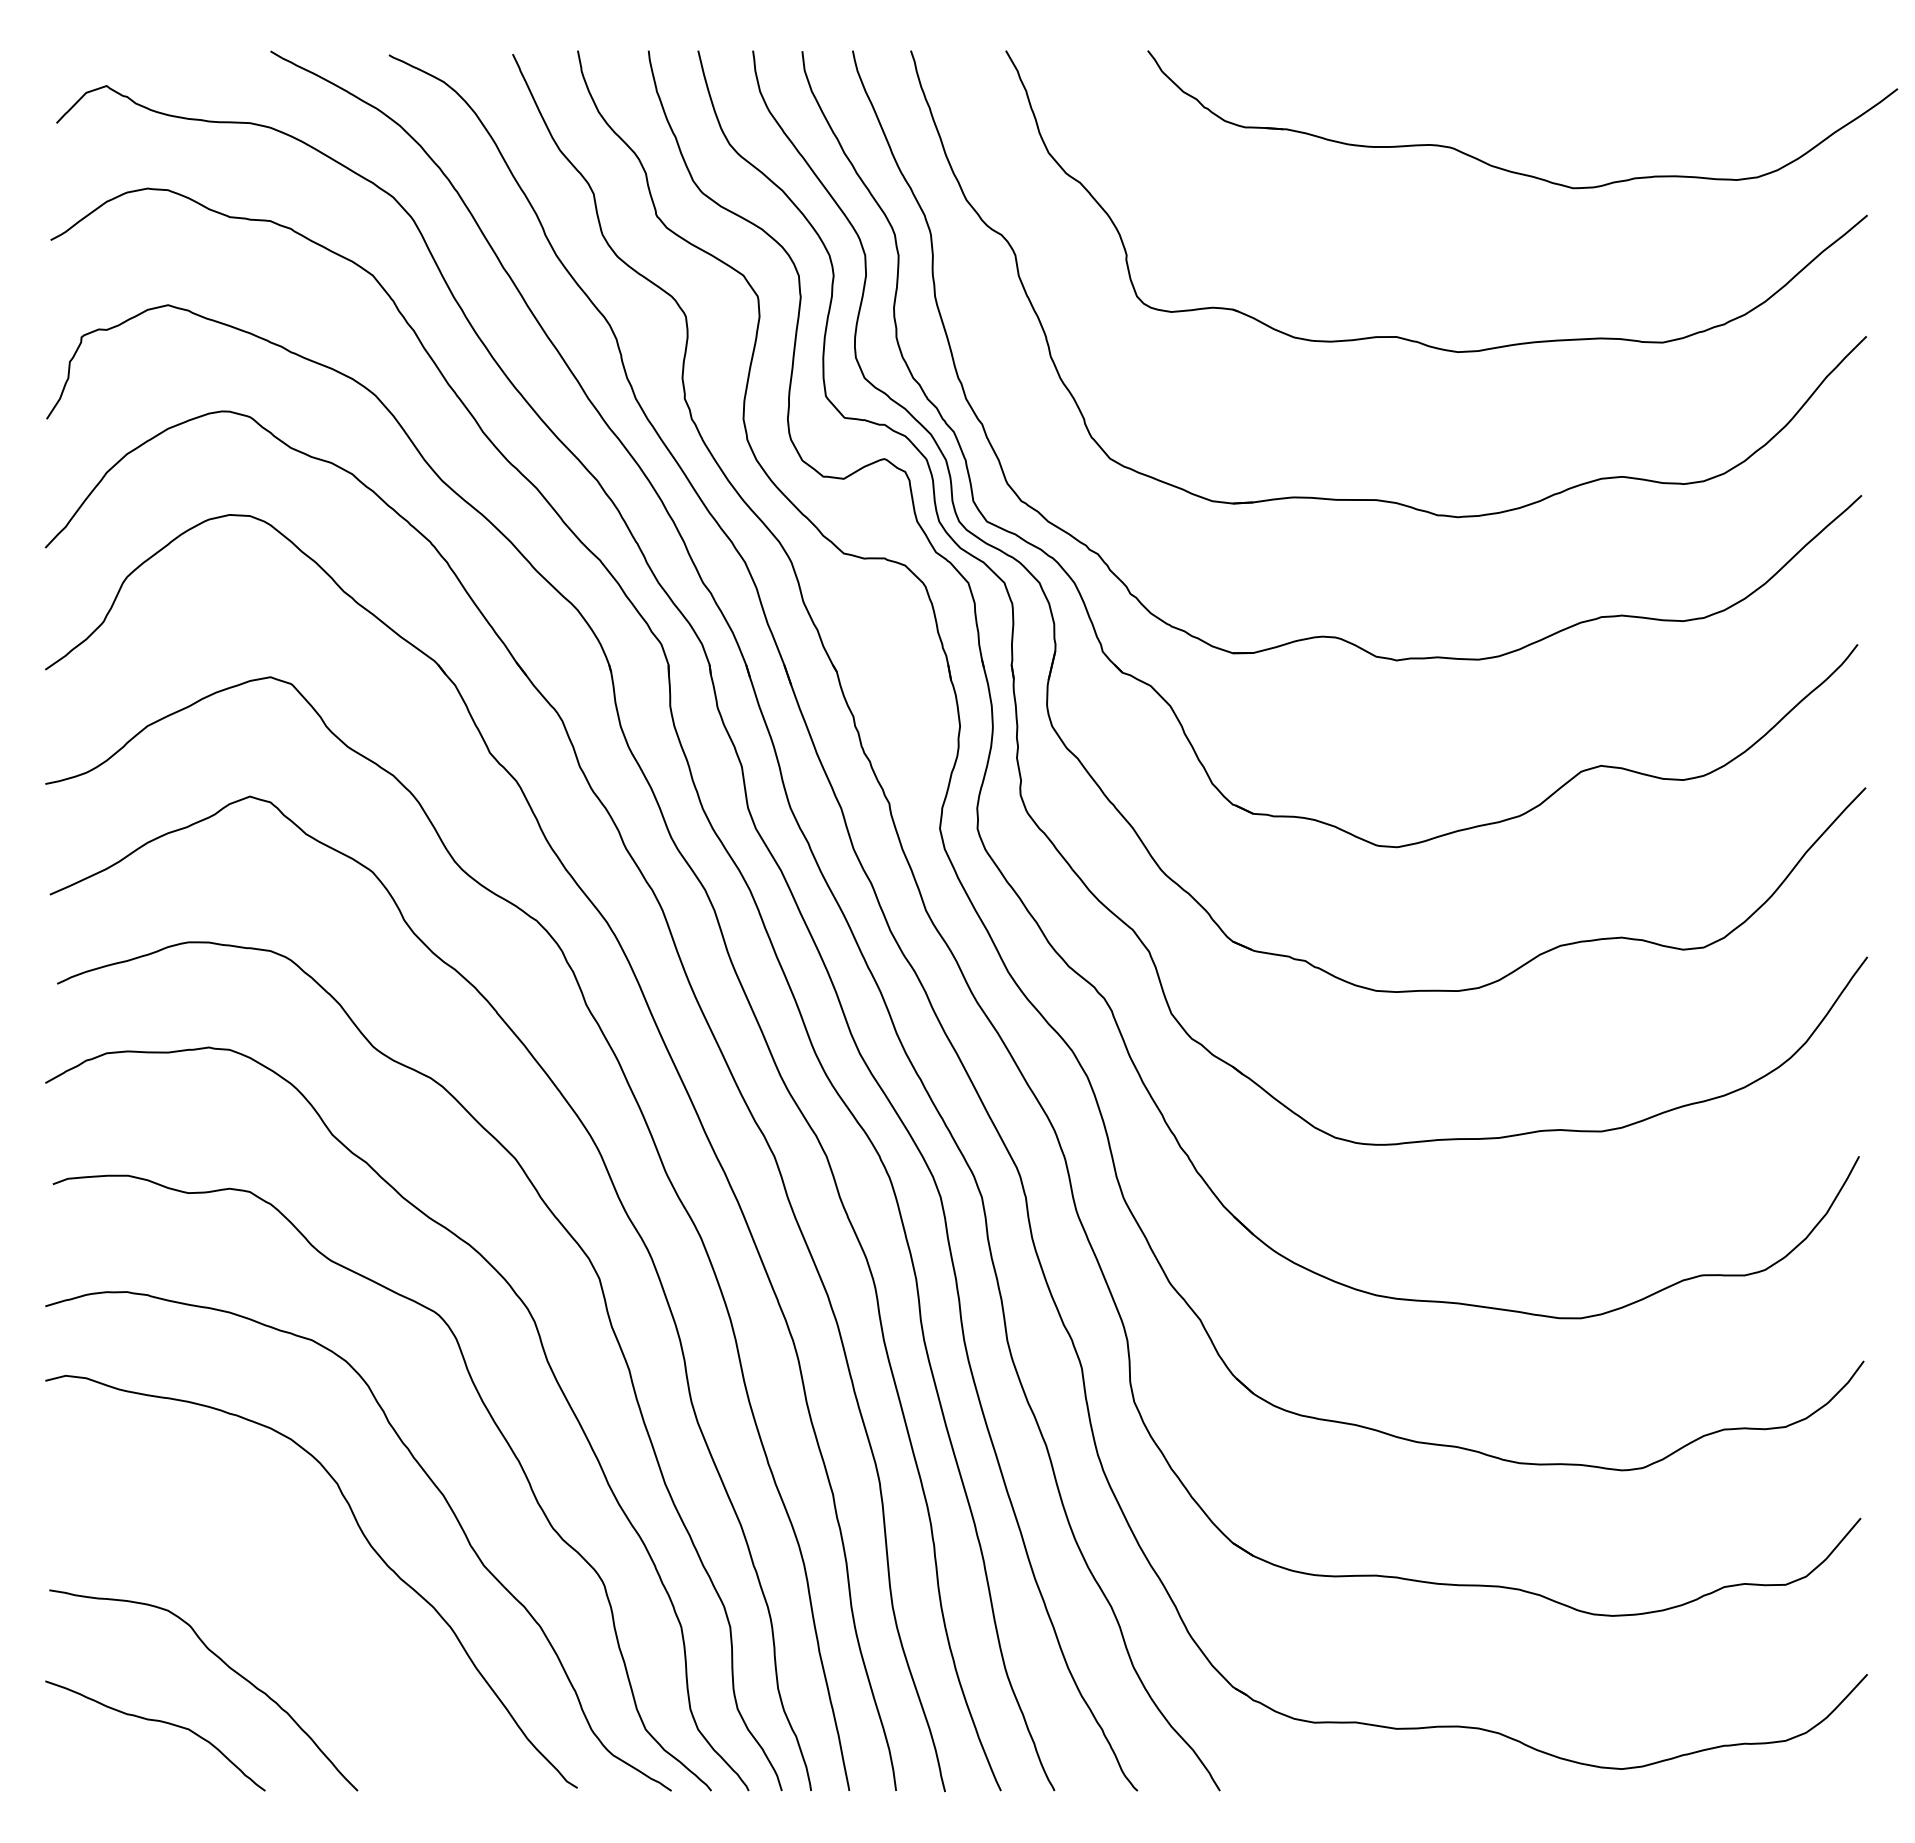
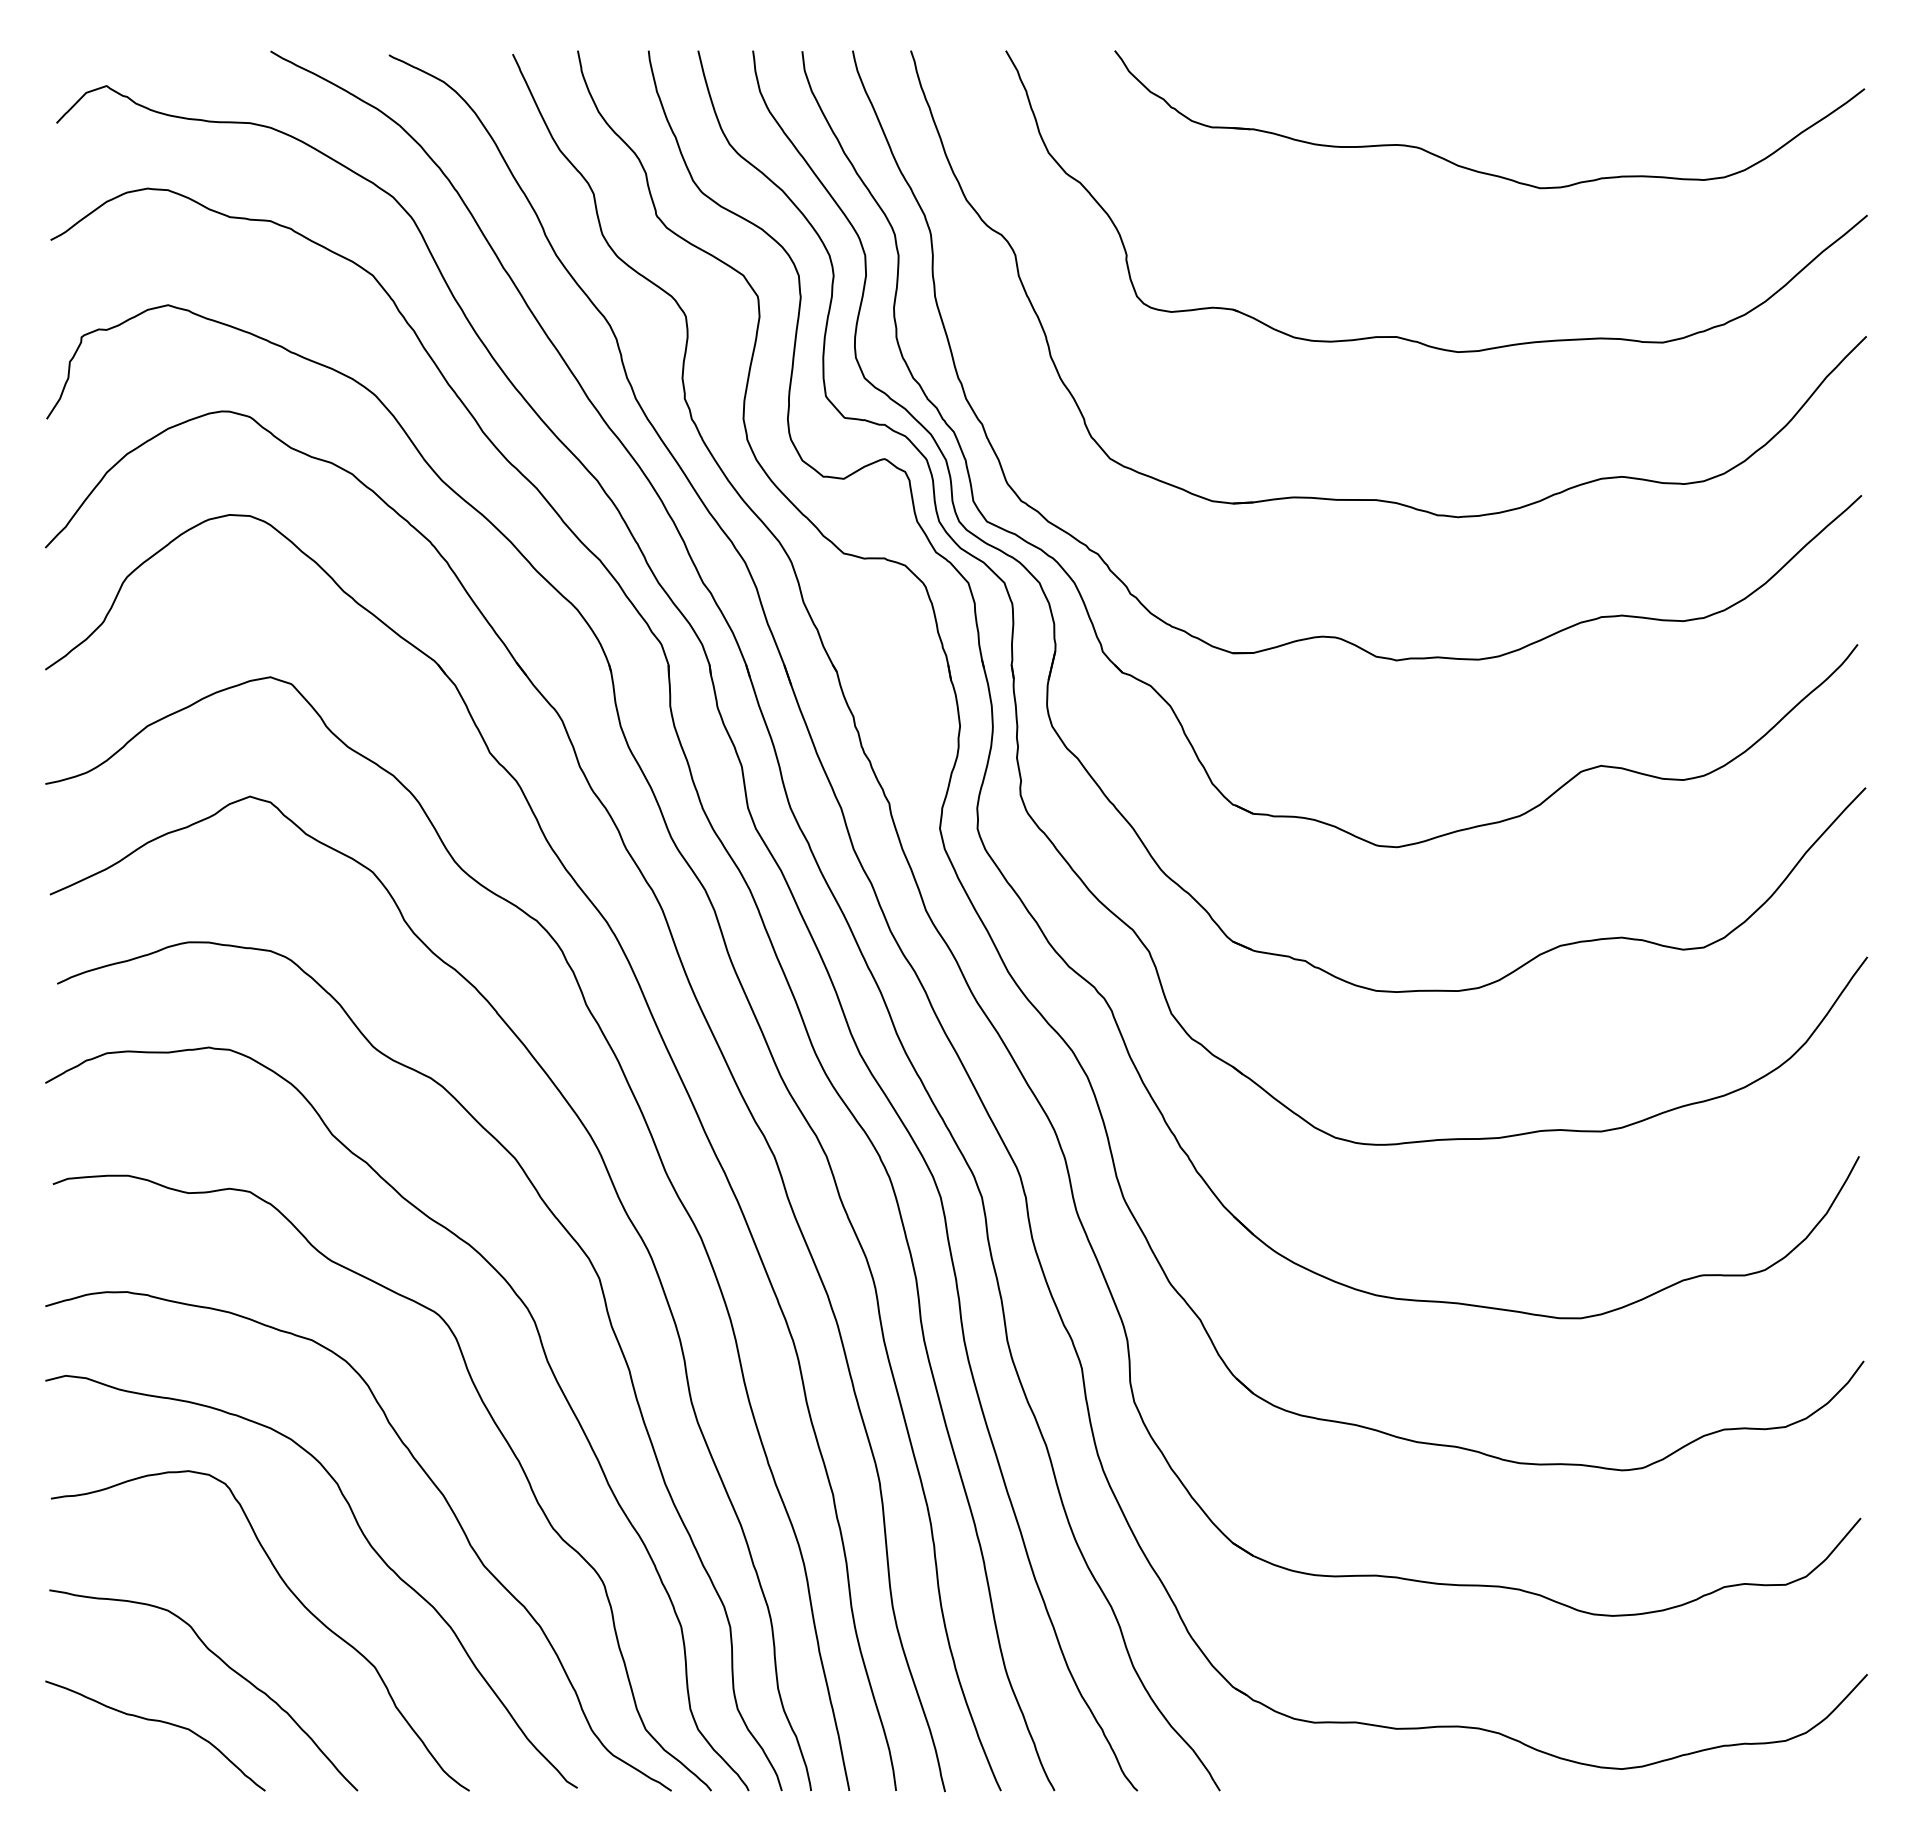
part at (1504, 168) position: (1504, 168) -> (1471, 168)
curve at (299, 1602): none -> present
